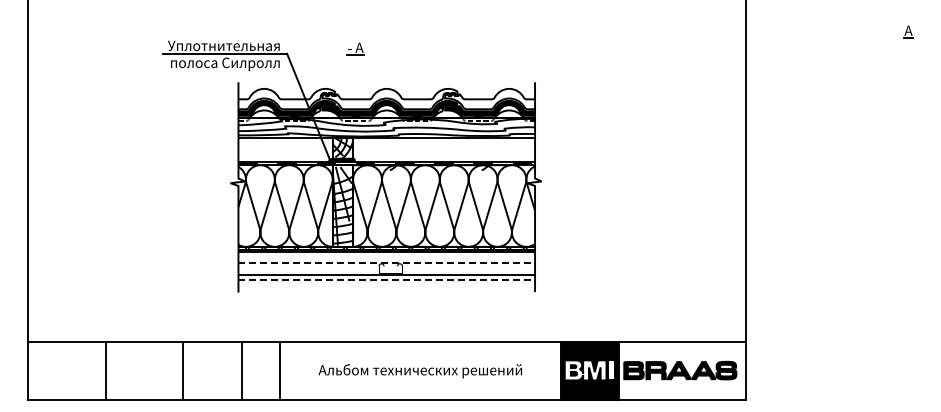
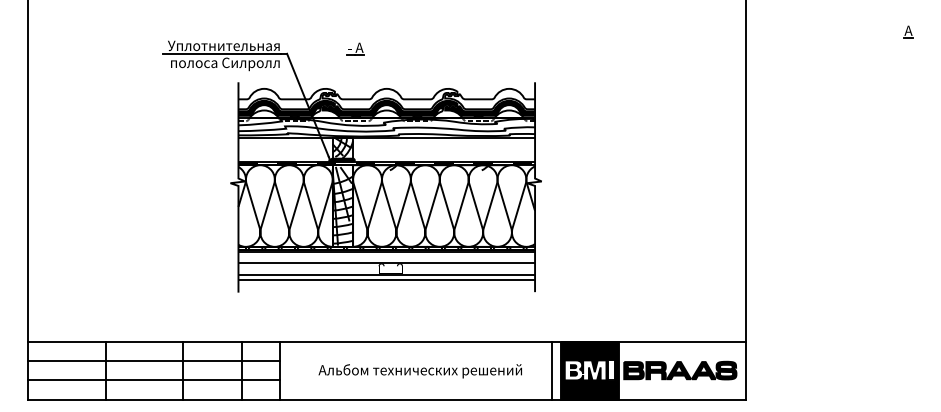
line at (387, 263): dashed -> solid
line at (387, 279): dashed -> solid
line at (154, 360): none -> present
line at (551, 370): none -> present
line at (154, 380): none -> present
